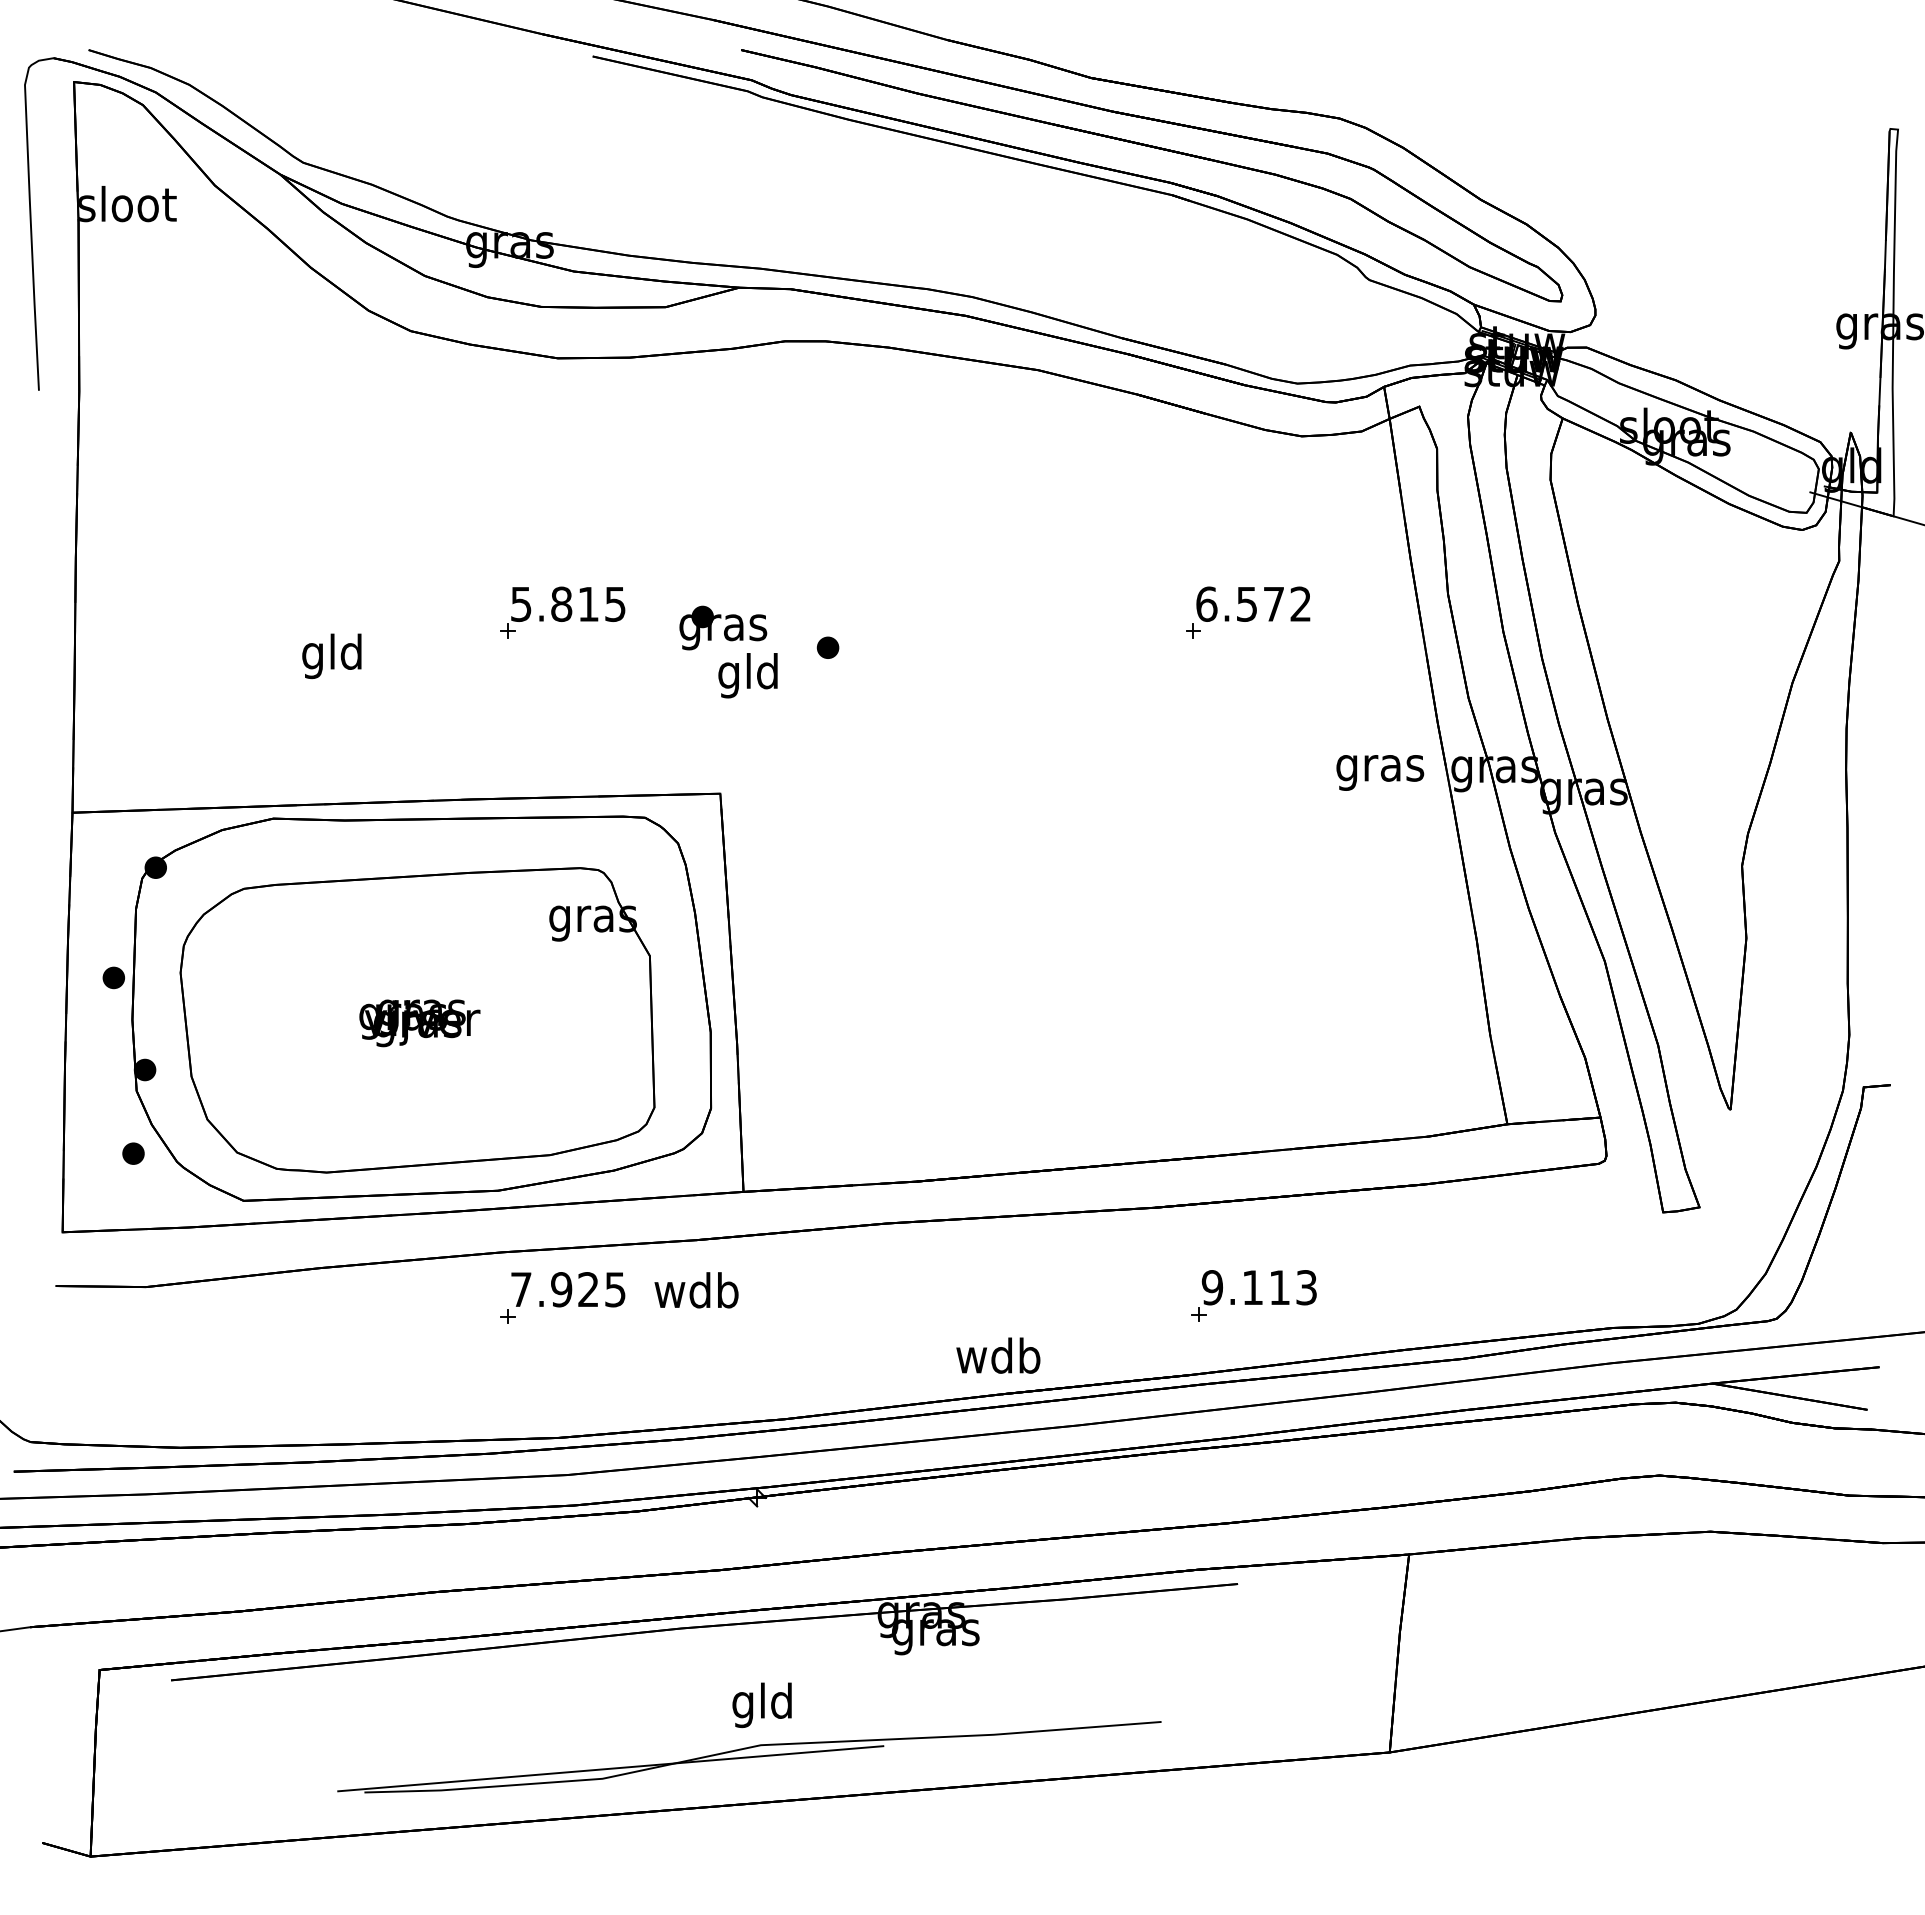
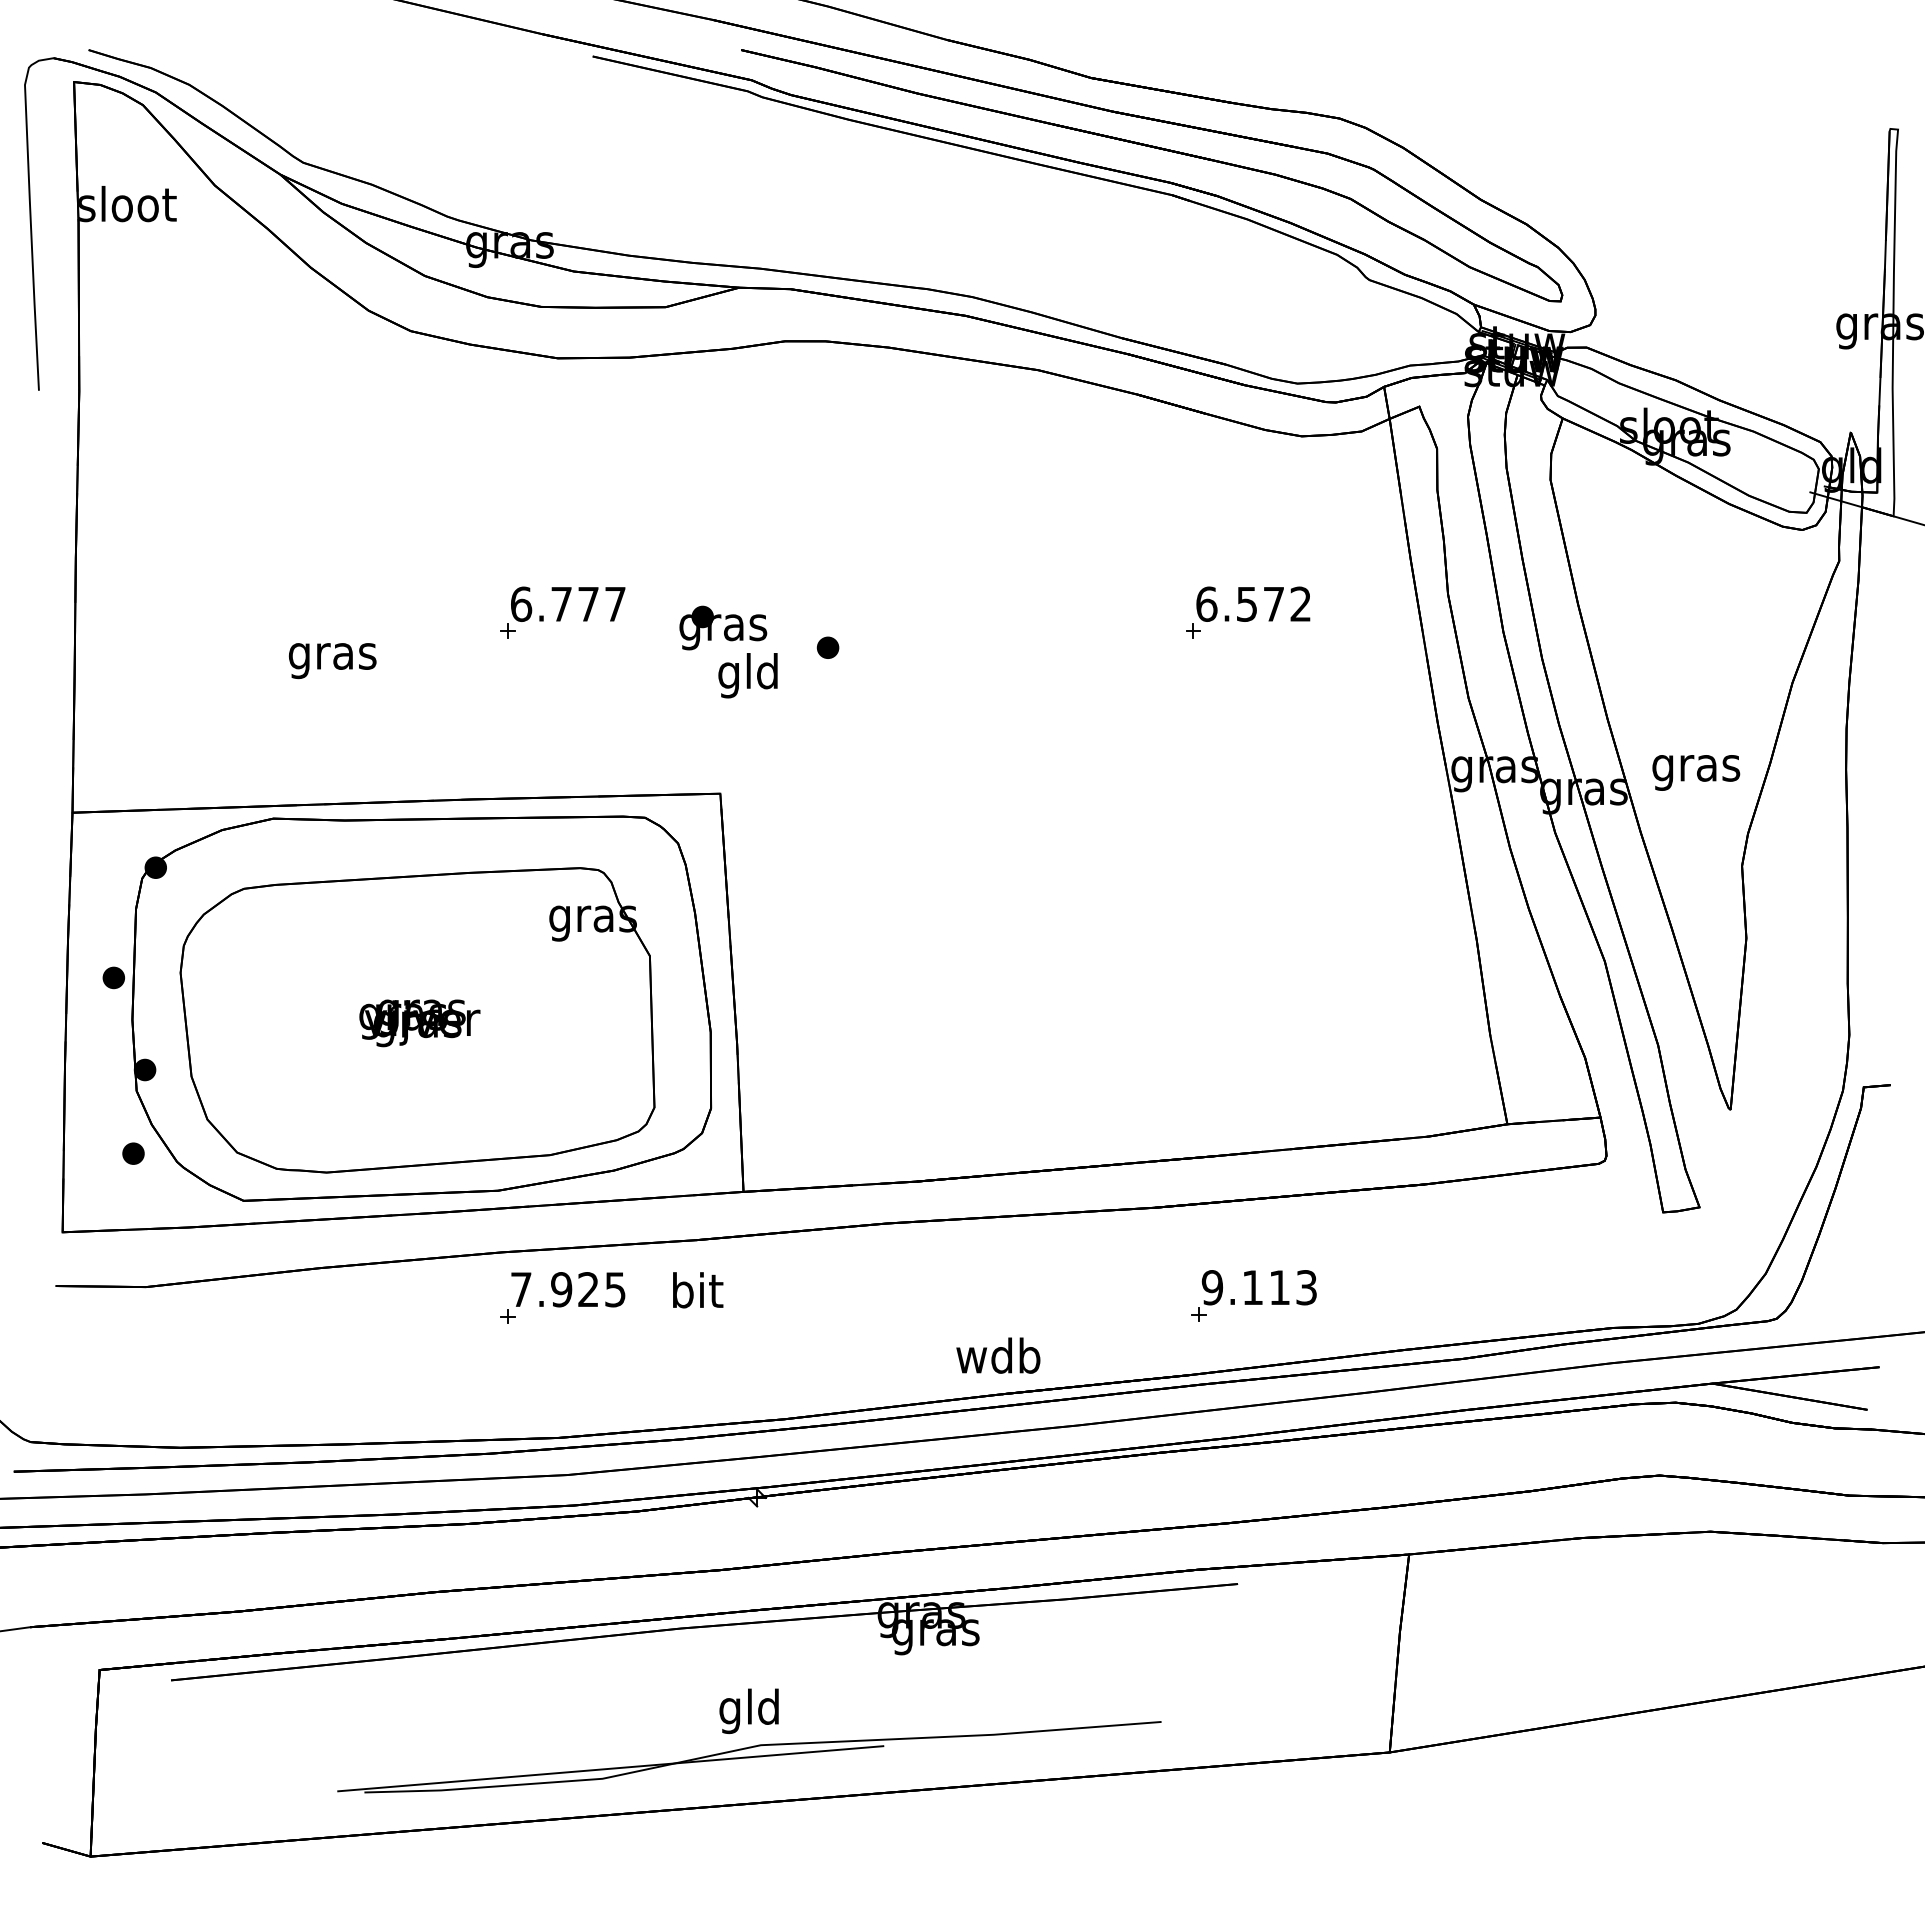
text at (568, 604): 5.815 -> 6.777
text at (332, 656): gld -> gras
text at (1380, 772) position: (1380, 772) -> (1696, 772)
text at (696, 1290): wdb -> bit
text at (761, 1705) position: (761, 1705) -> (748, 1711)
